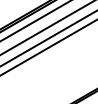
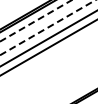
line at (36, 20): solid -> dashed
line at (48, 27): solid -> dashed
